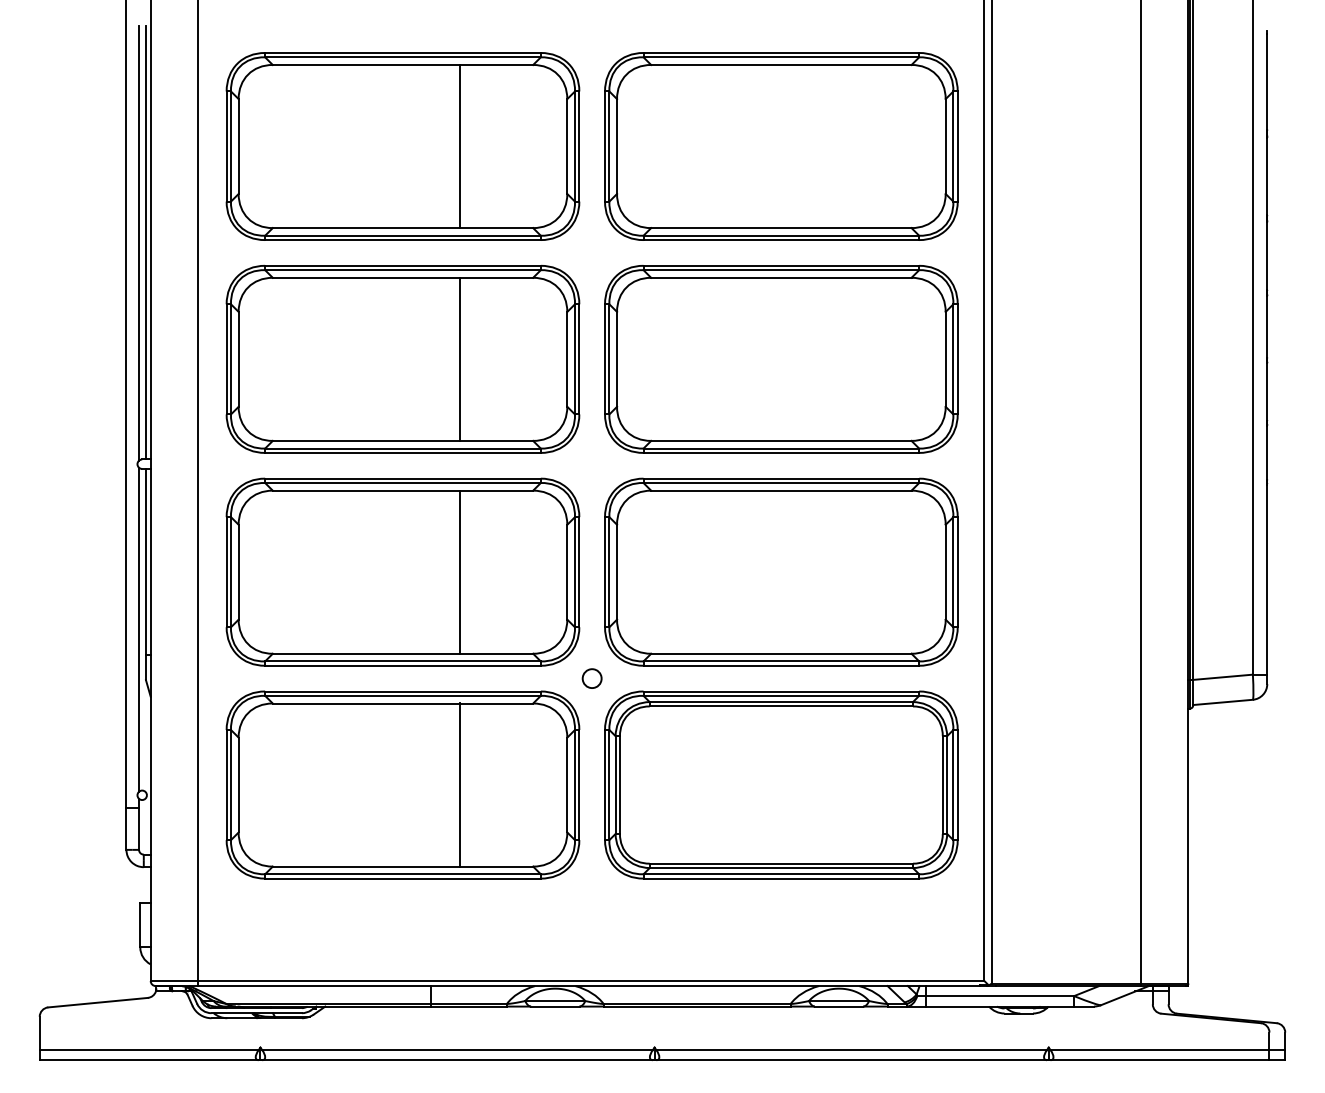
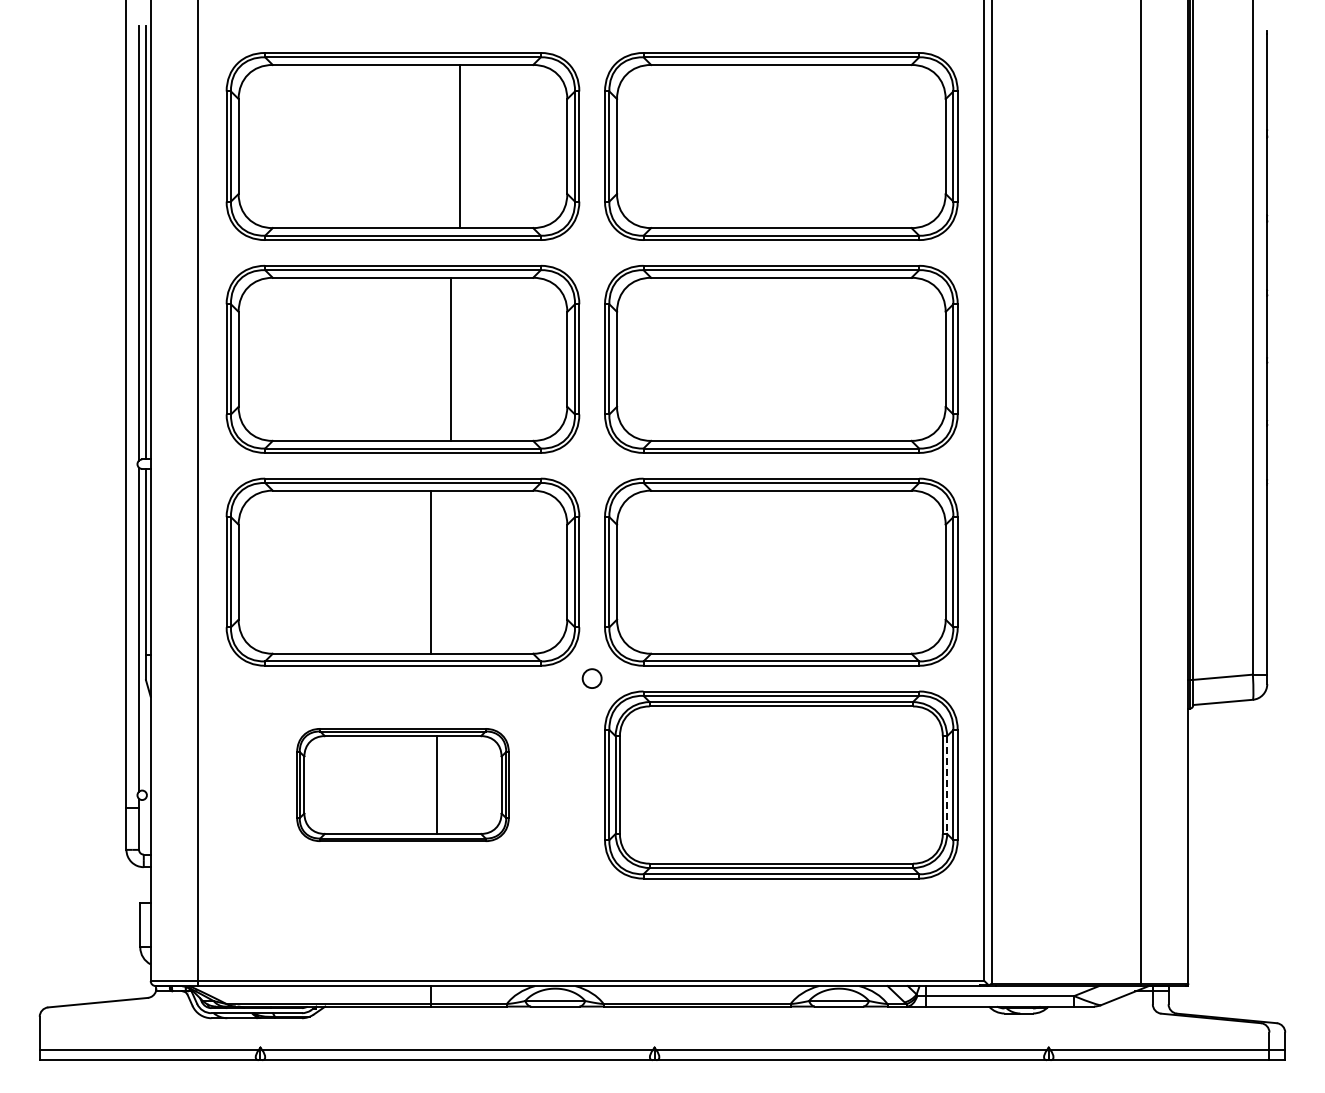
line at (460, 358) position: (460, 358) -> (451, 358)
line at (460, 571) position: (460, 571) -> (431, 571)
part at (402, 784) size: 356x190 px -> 214x114 px
line at (947, 785): solid -> dashed
